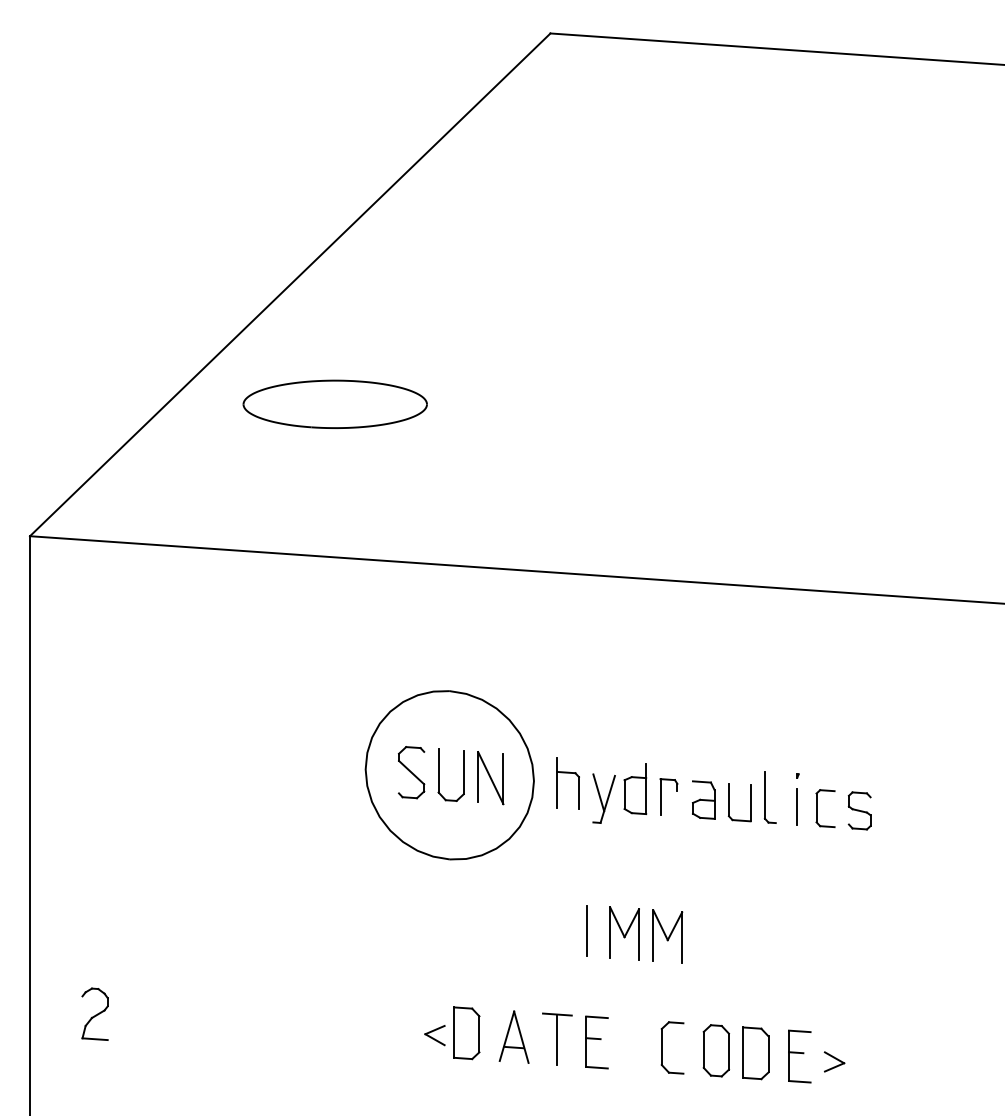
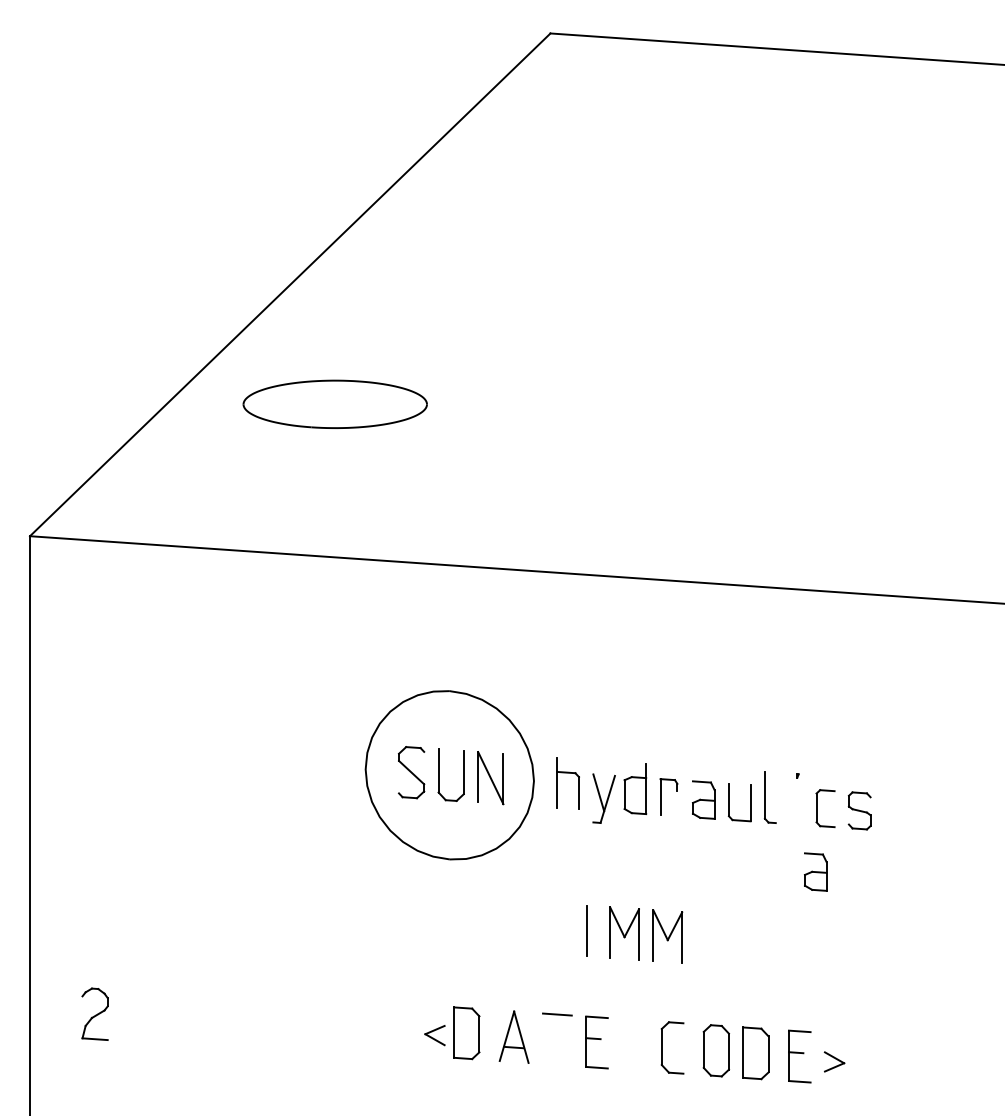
line at (797, 806): present -> none
part at (815, 871): none -> present
line at (557, 1039): present -> none
